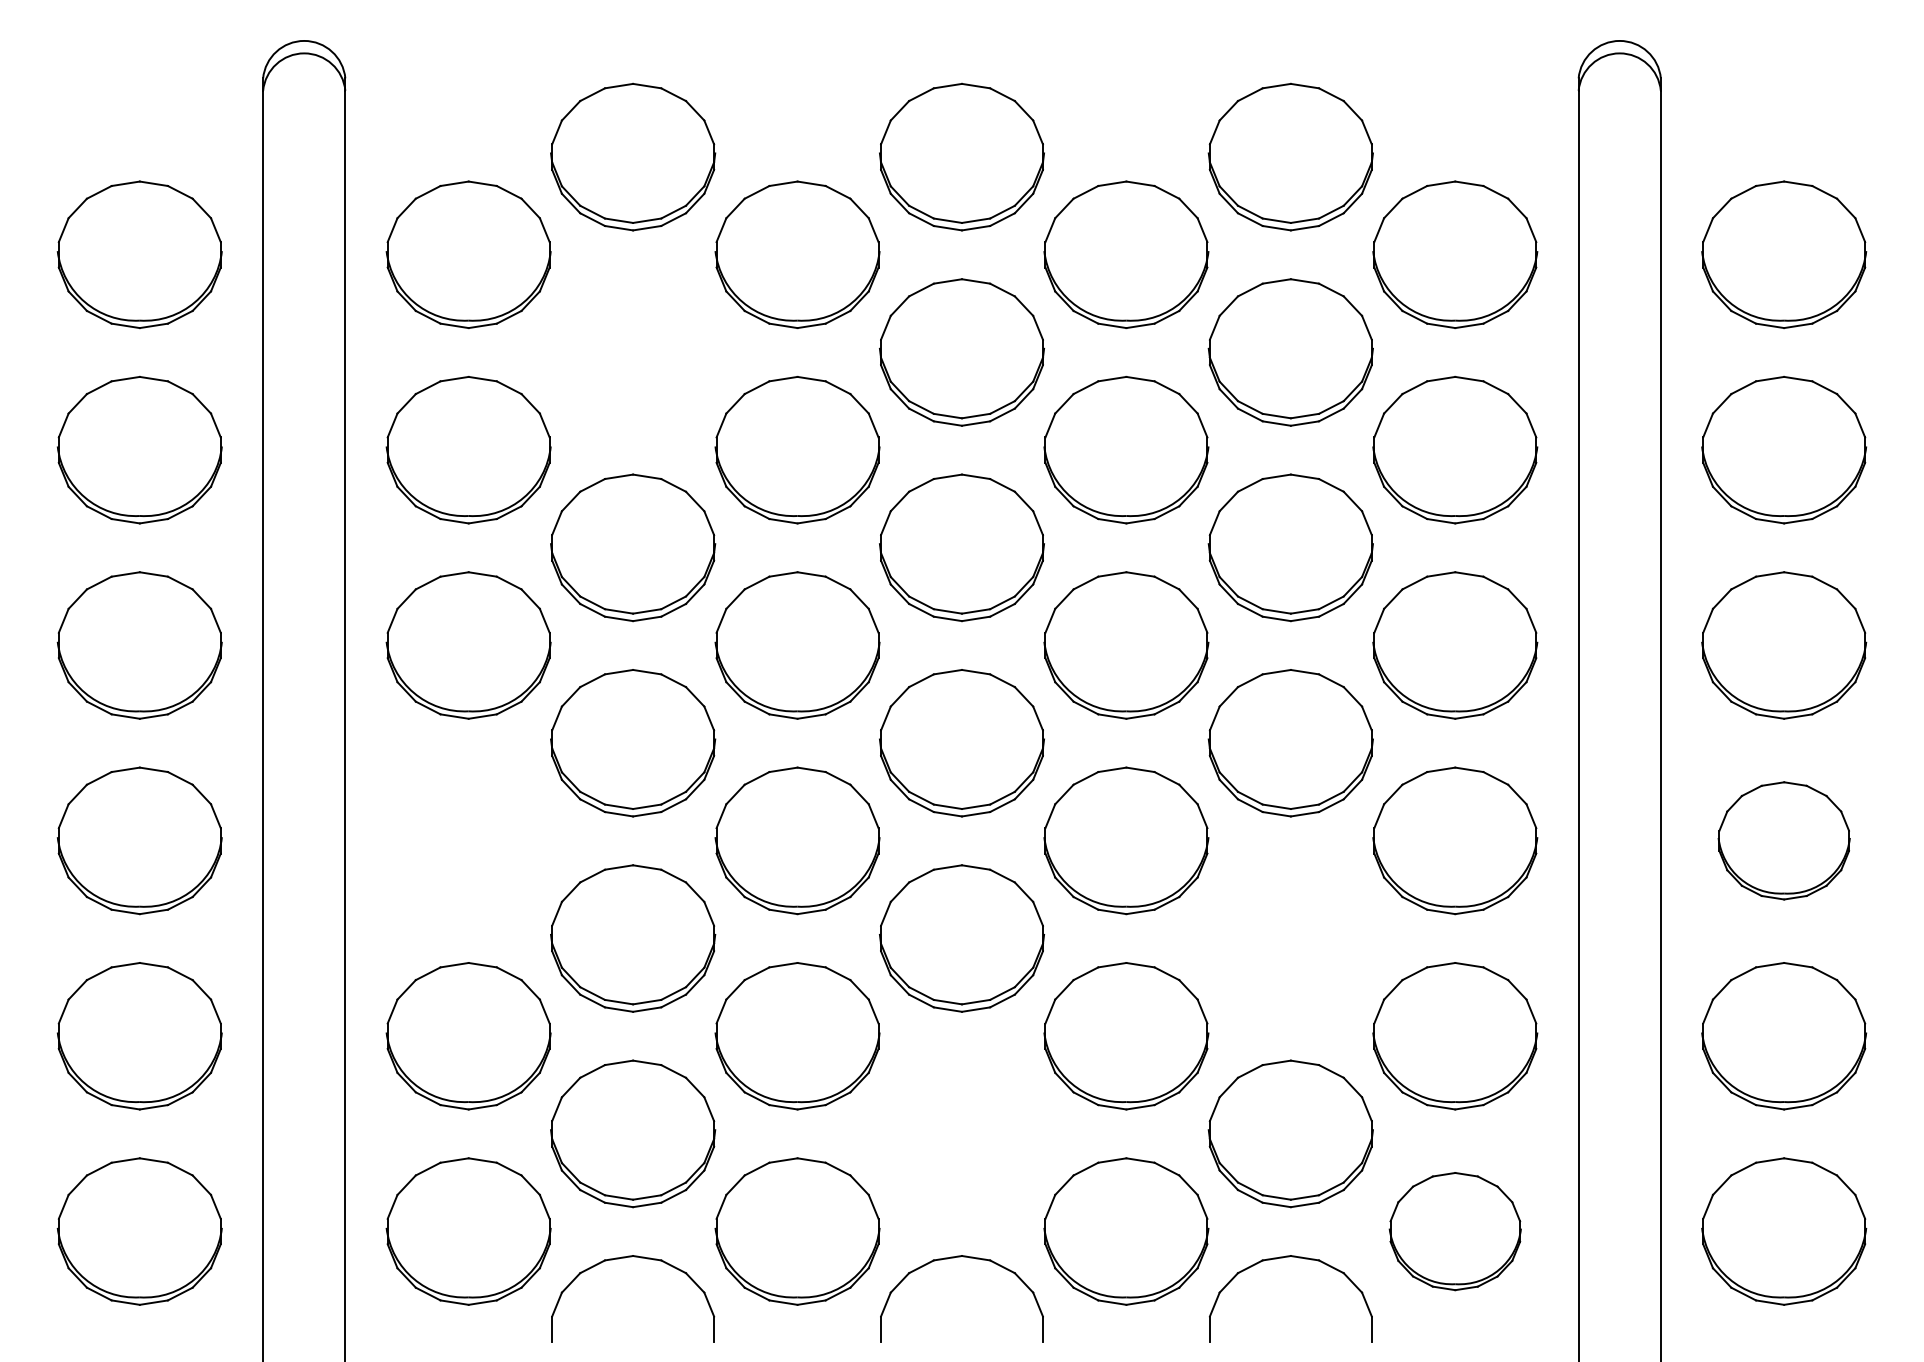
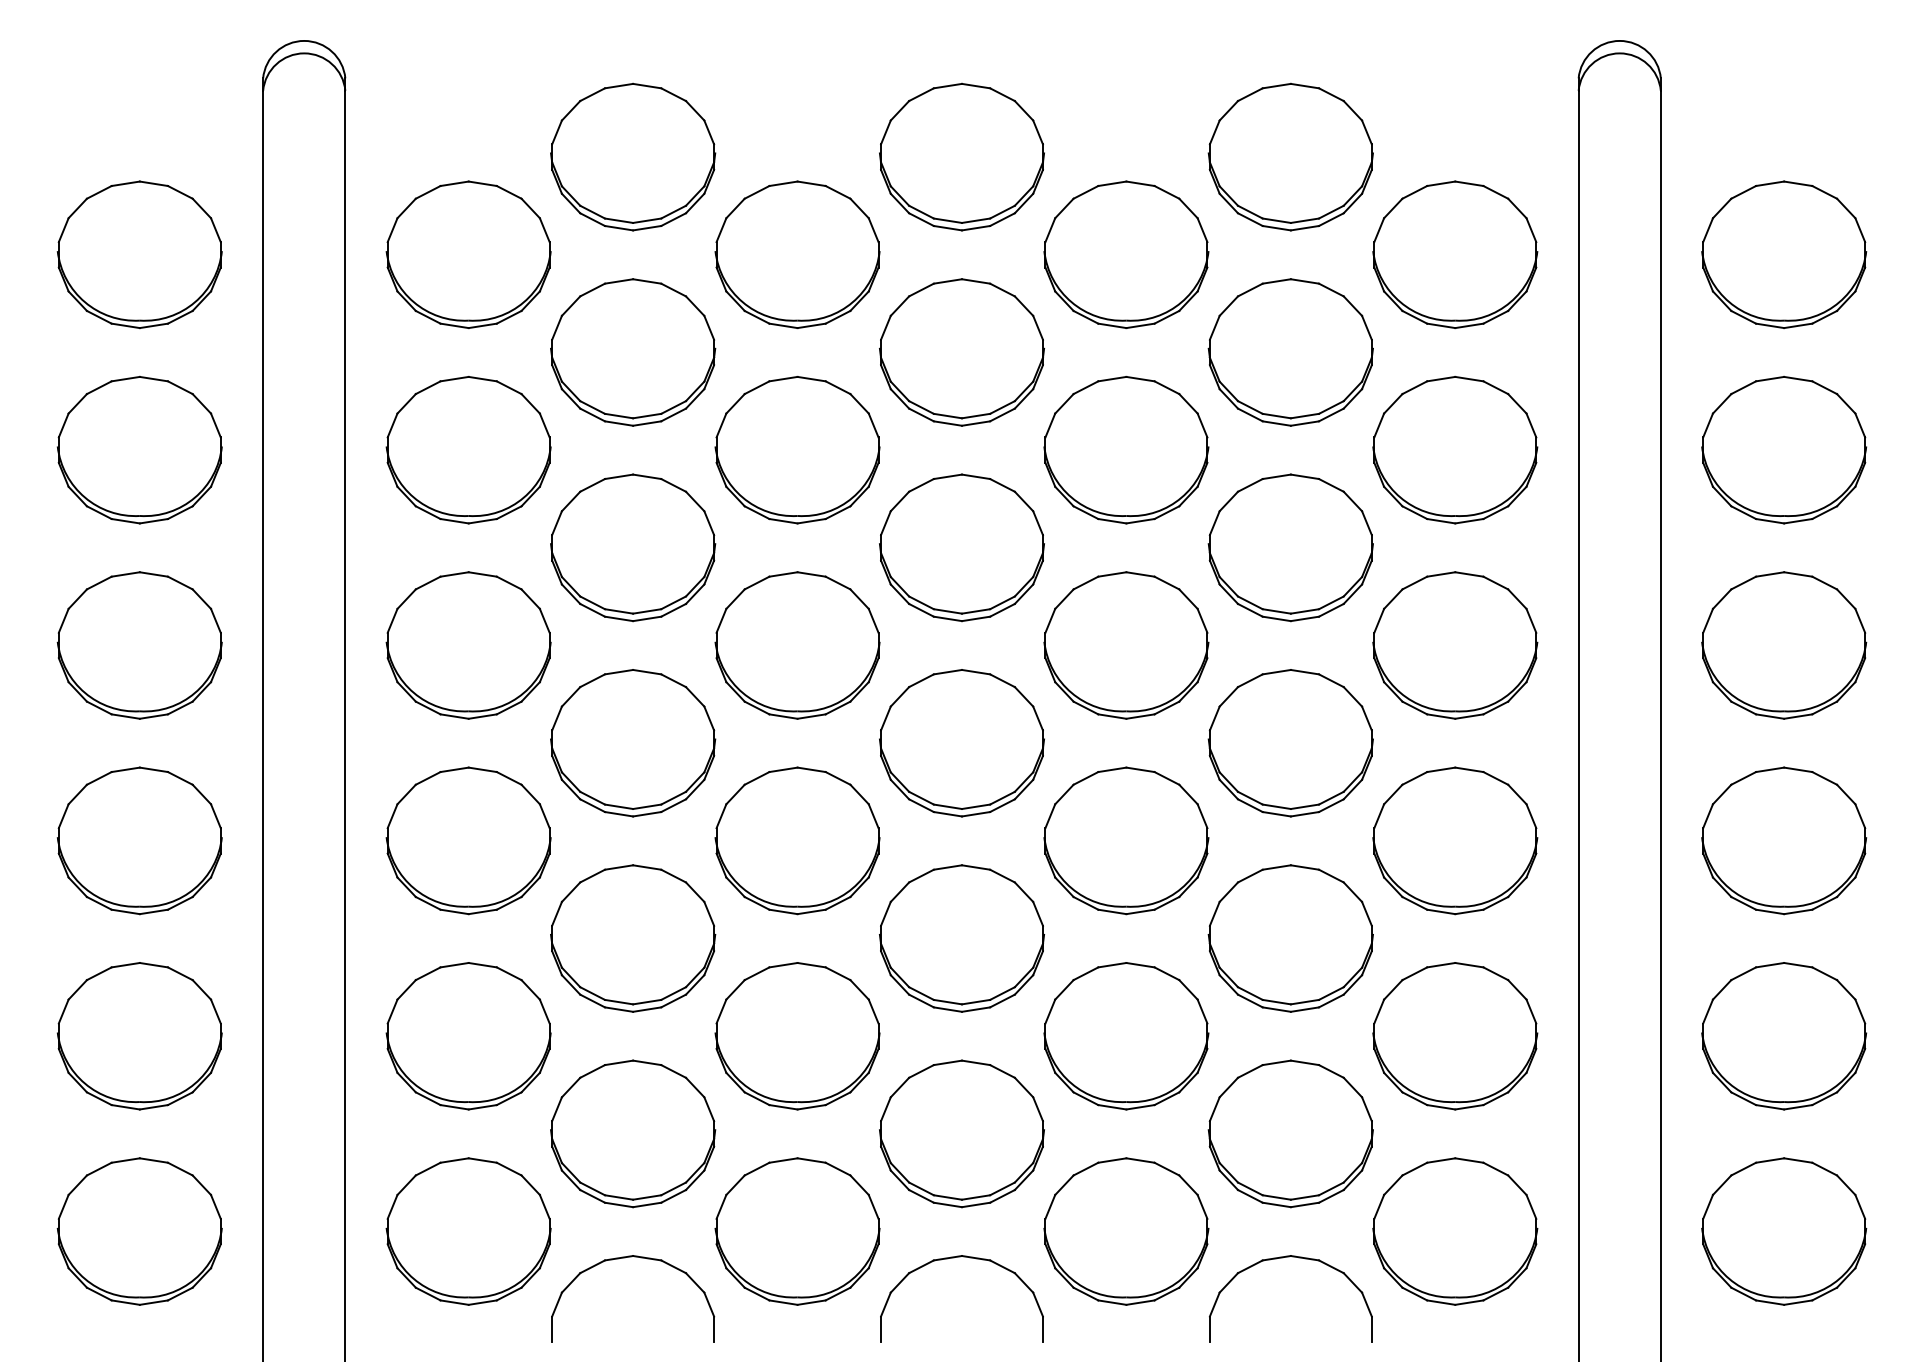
part at (633, 352): none -> present
part at (468, 840): none -> present
part at (1783, 840) size: 134x120 px -> 167x150 px
part at (1290, 938): none -> present
part at (961, 1133): none -> present
part at (1454, 1231) size: 134x120 px -> 167x149 px
